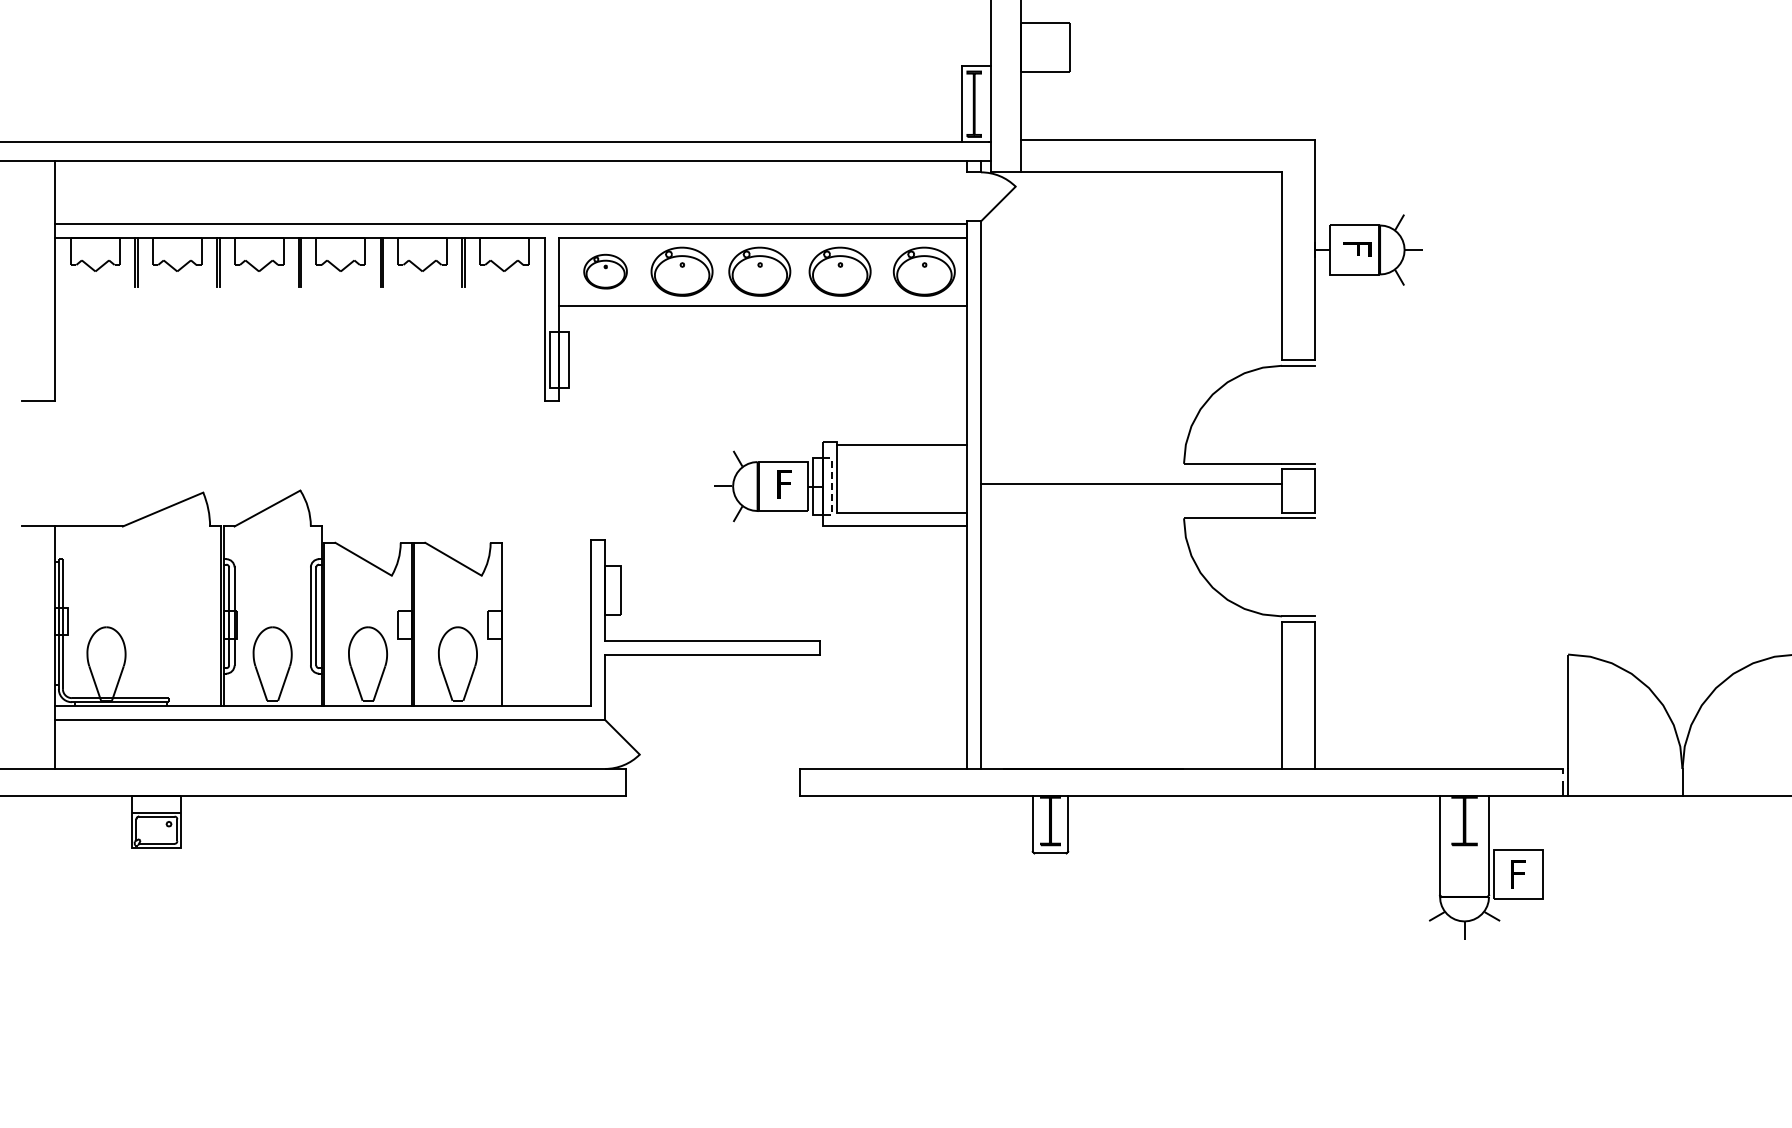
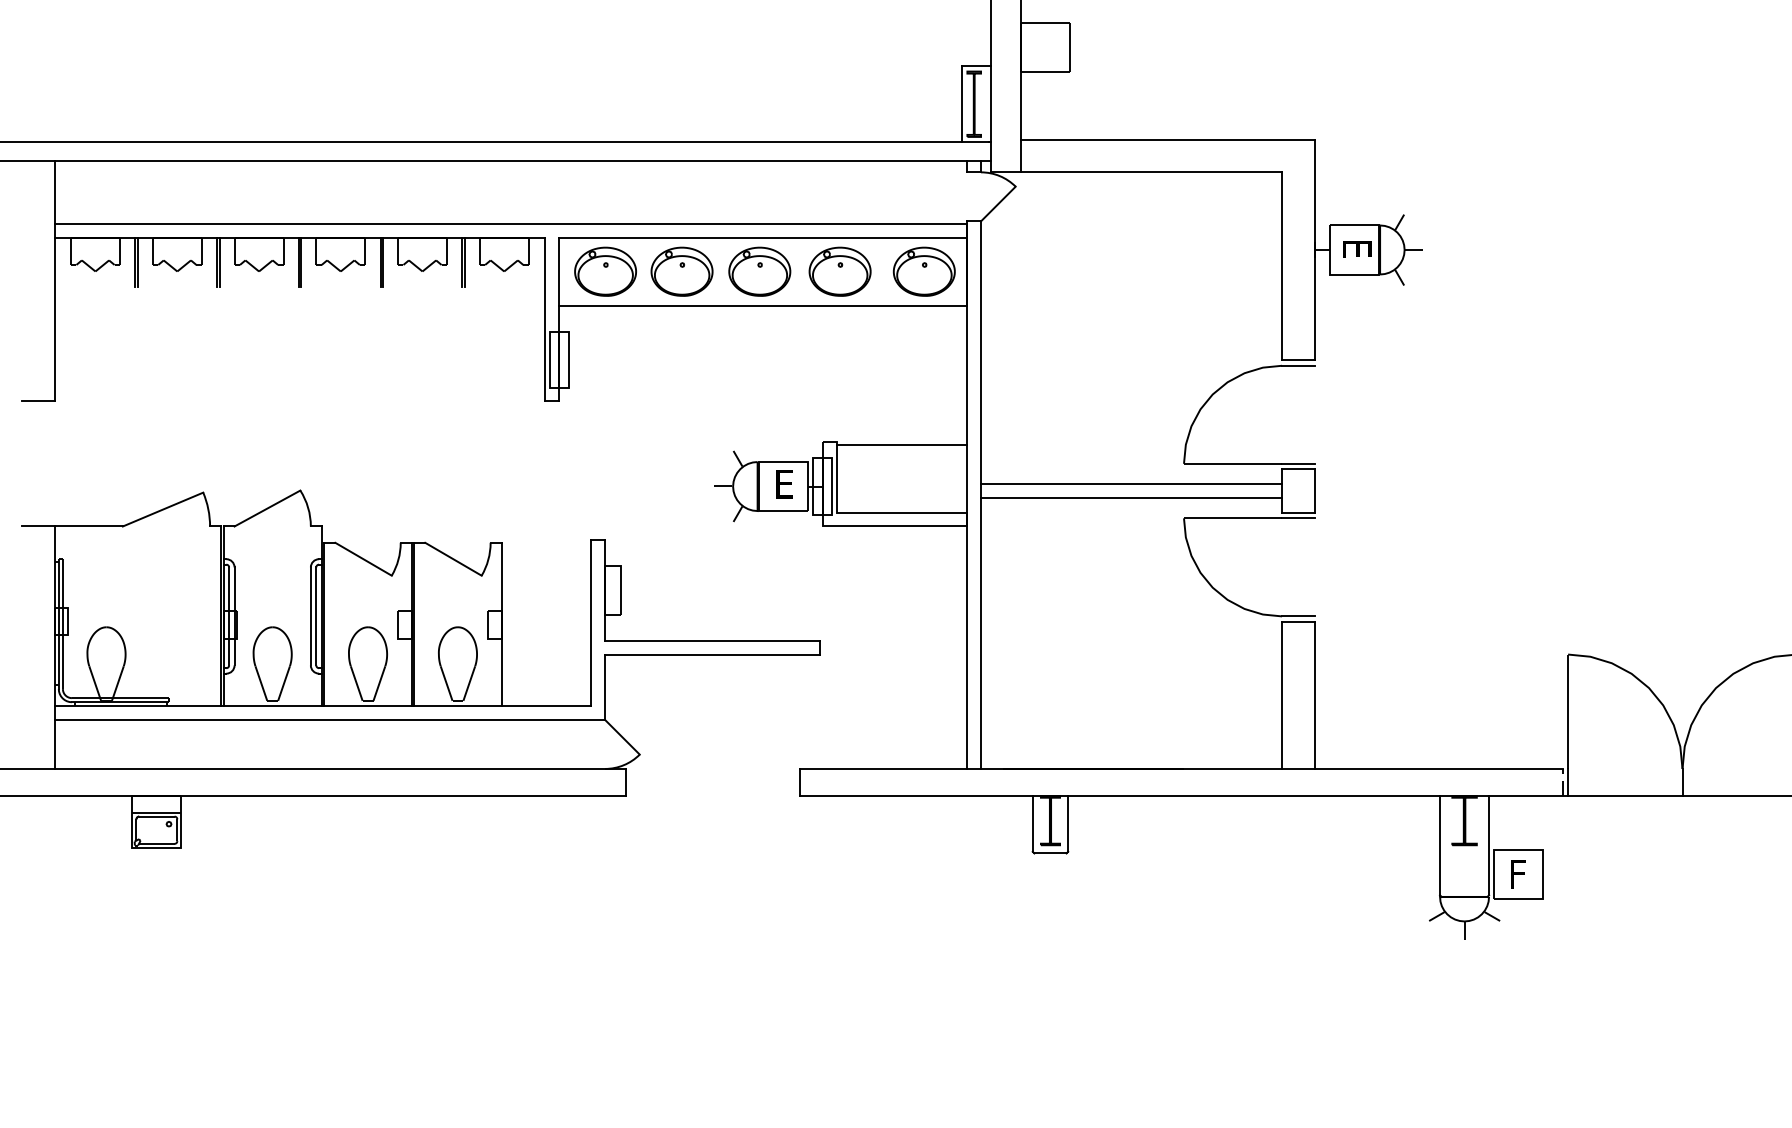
text at (1357, 249): F -> E
part at (605, 271) size: 45x37 px -> 63x51 px
text at (784, 484): F -> E
line at (831, 487): dashed -> solid
line at (1131, 497): none -> present
